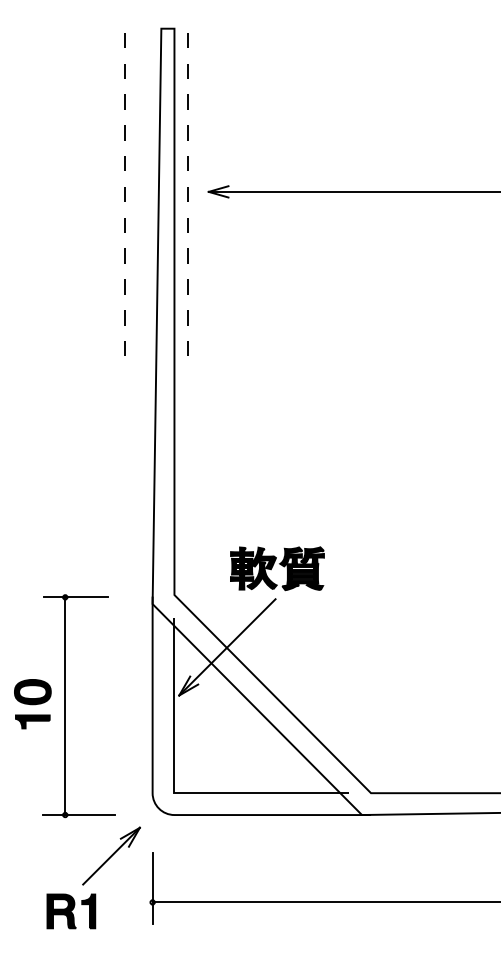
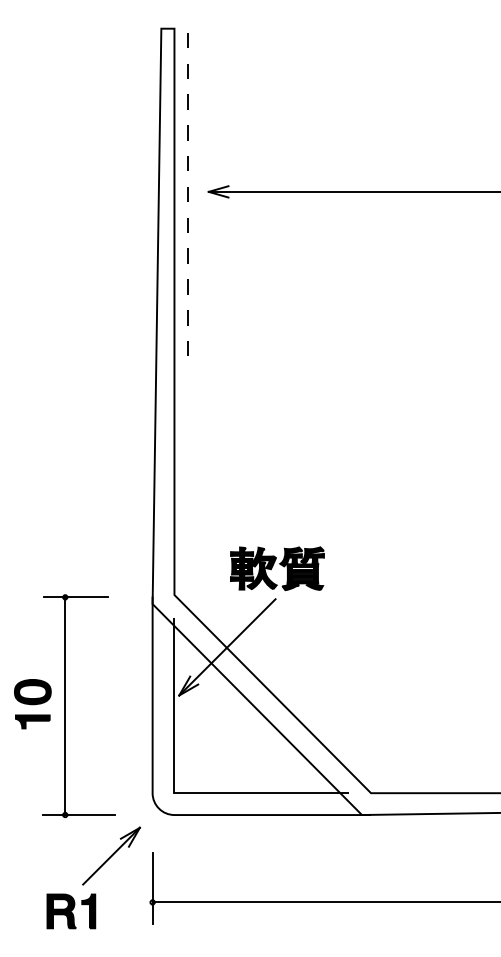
line at (124, 194): present -> none
